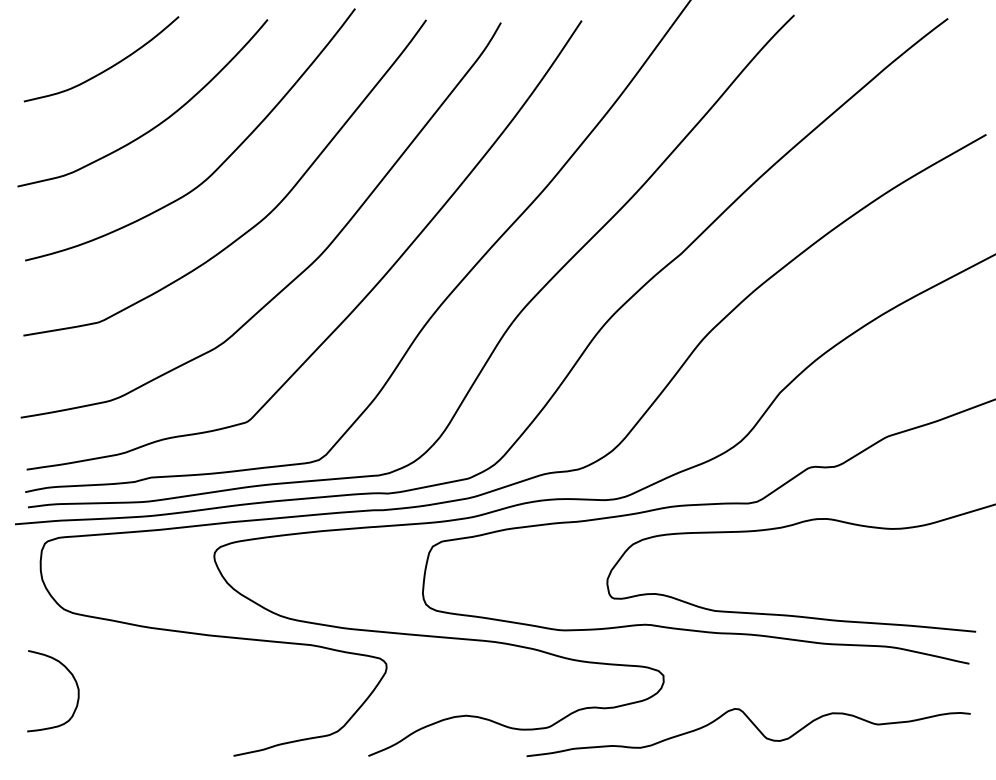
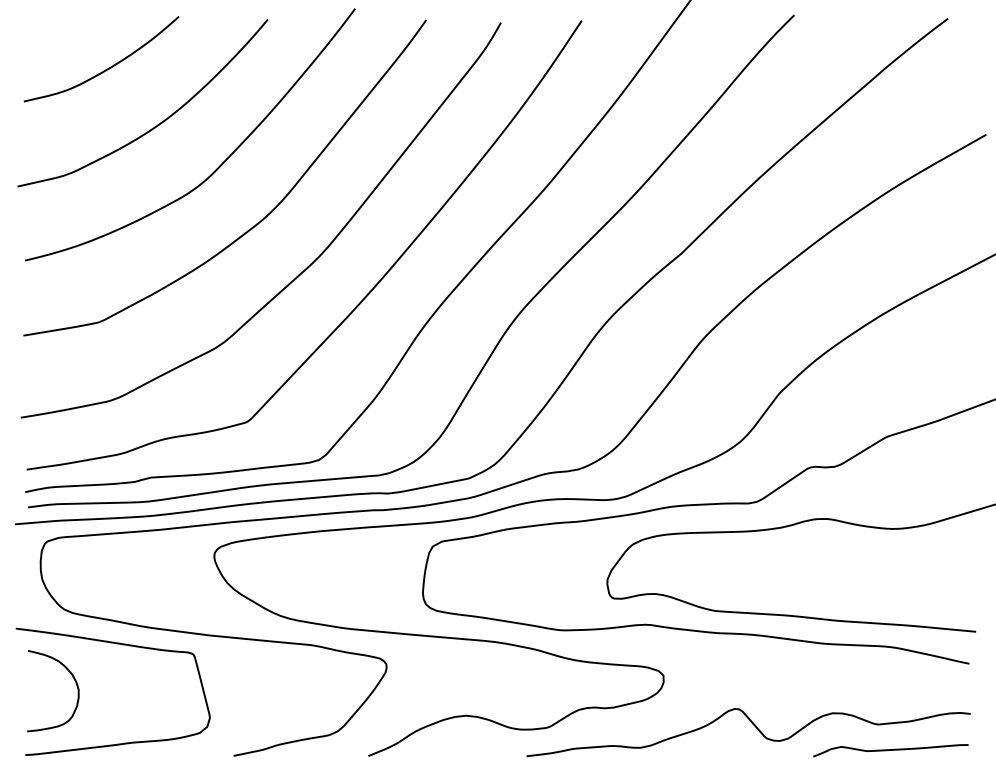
curve at (122, 645): none -> present
curve at (890, 750): none -> present
